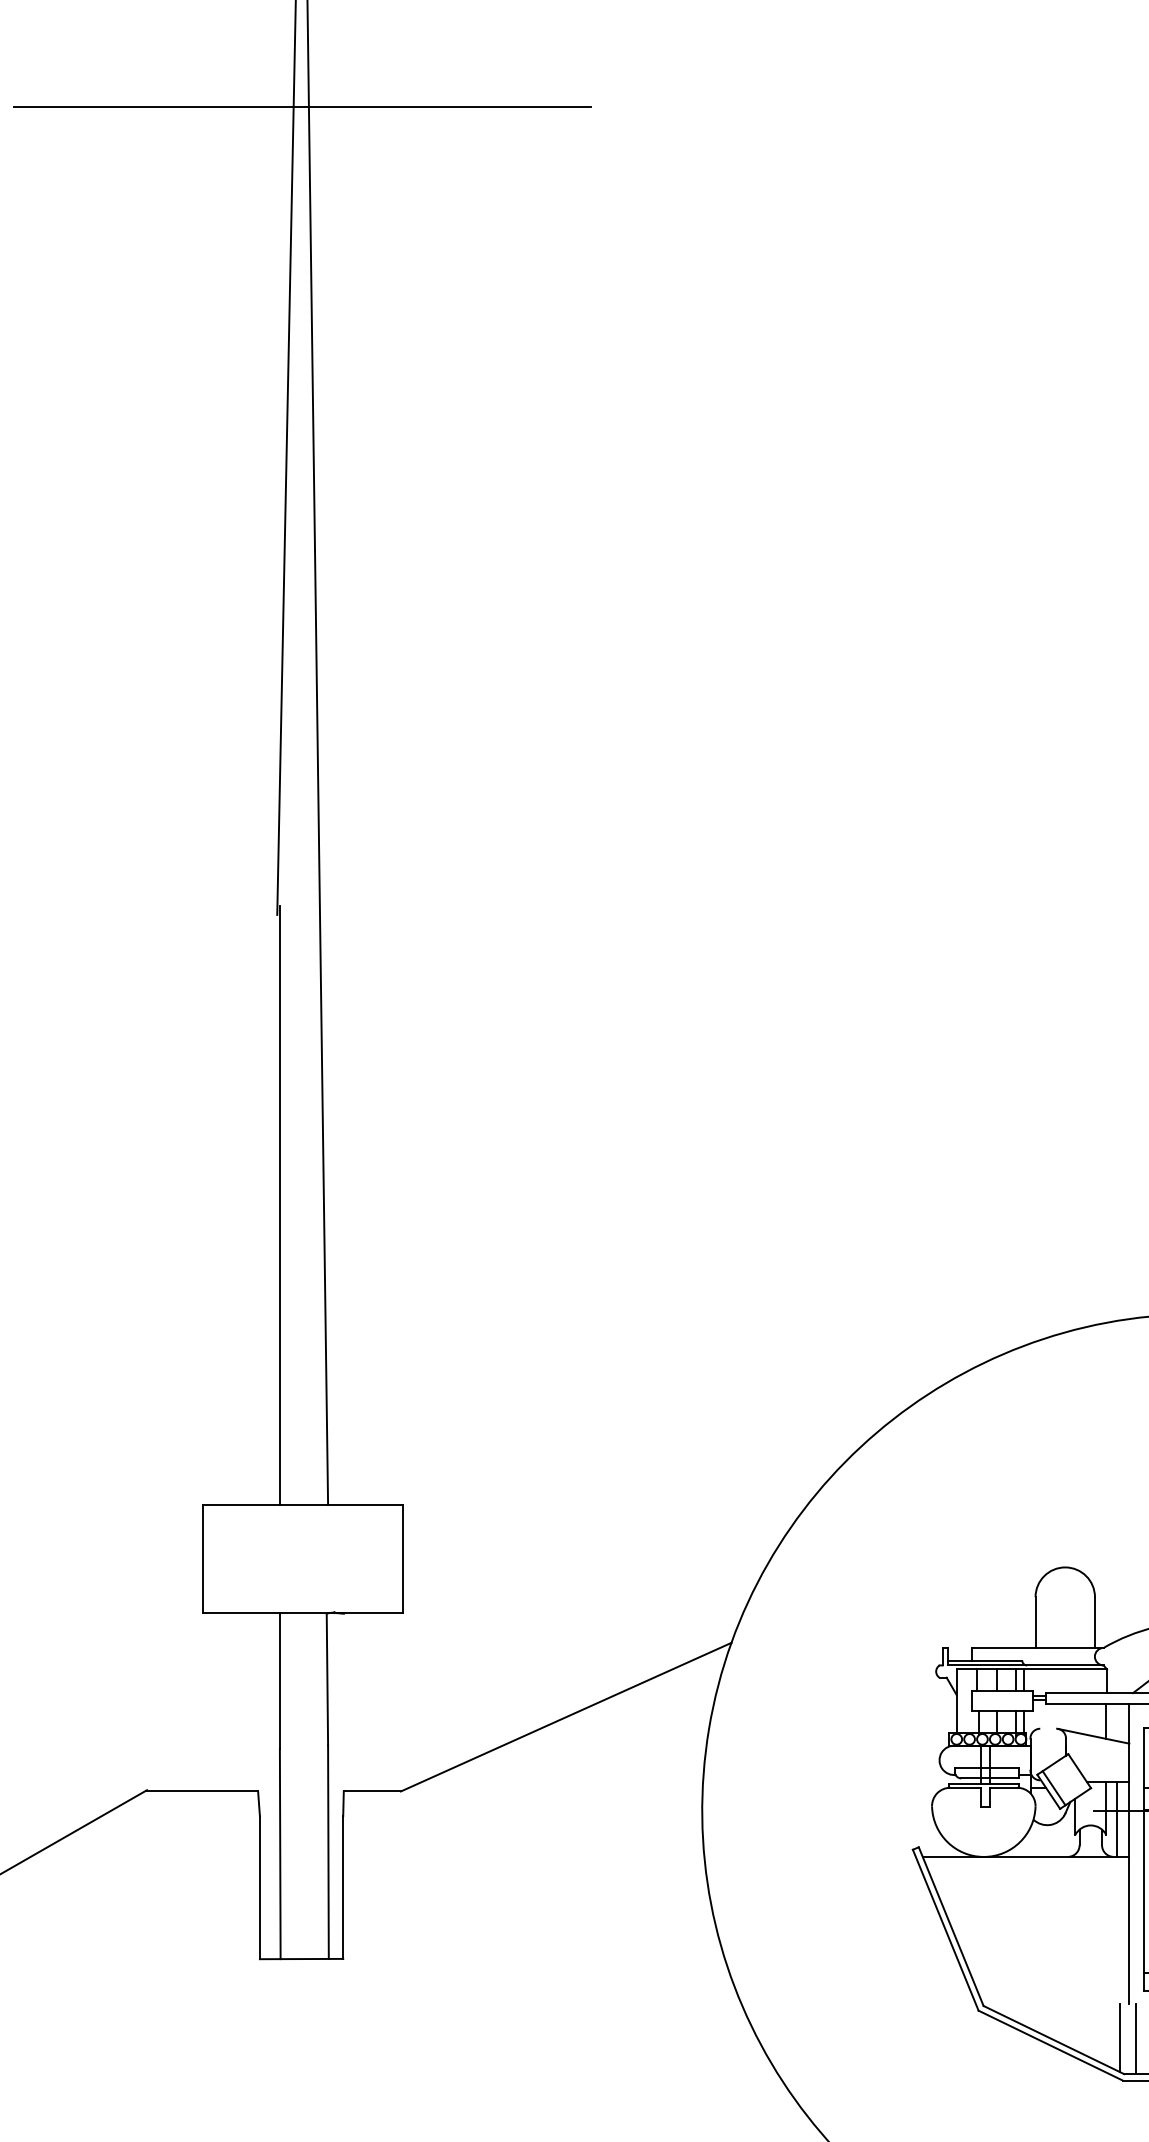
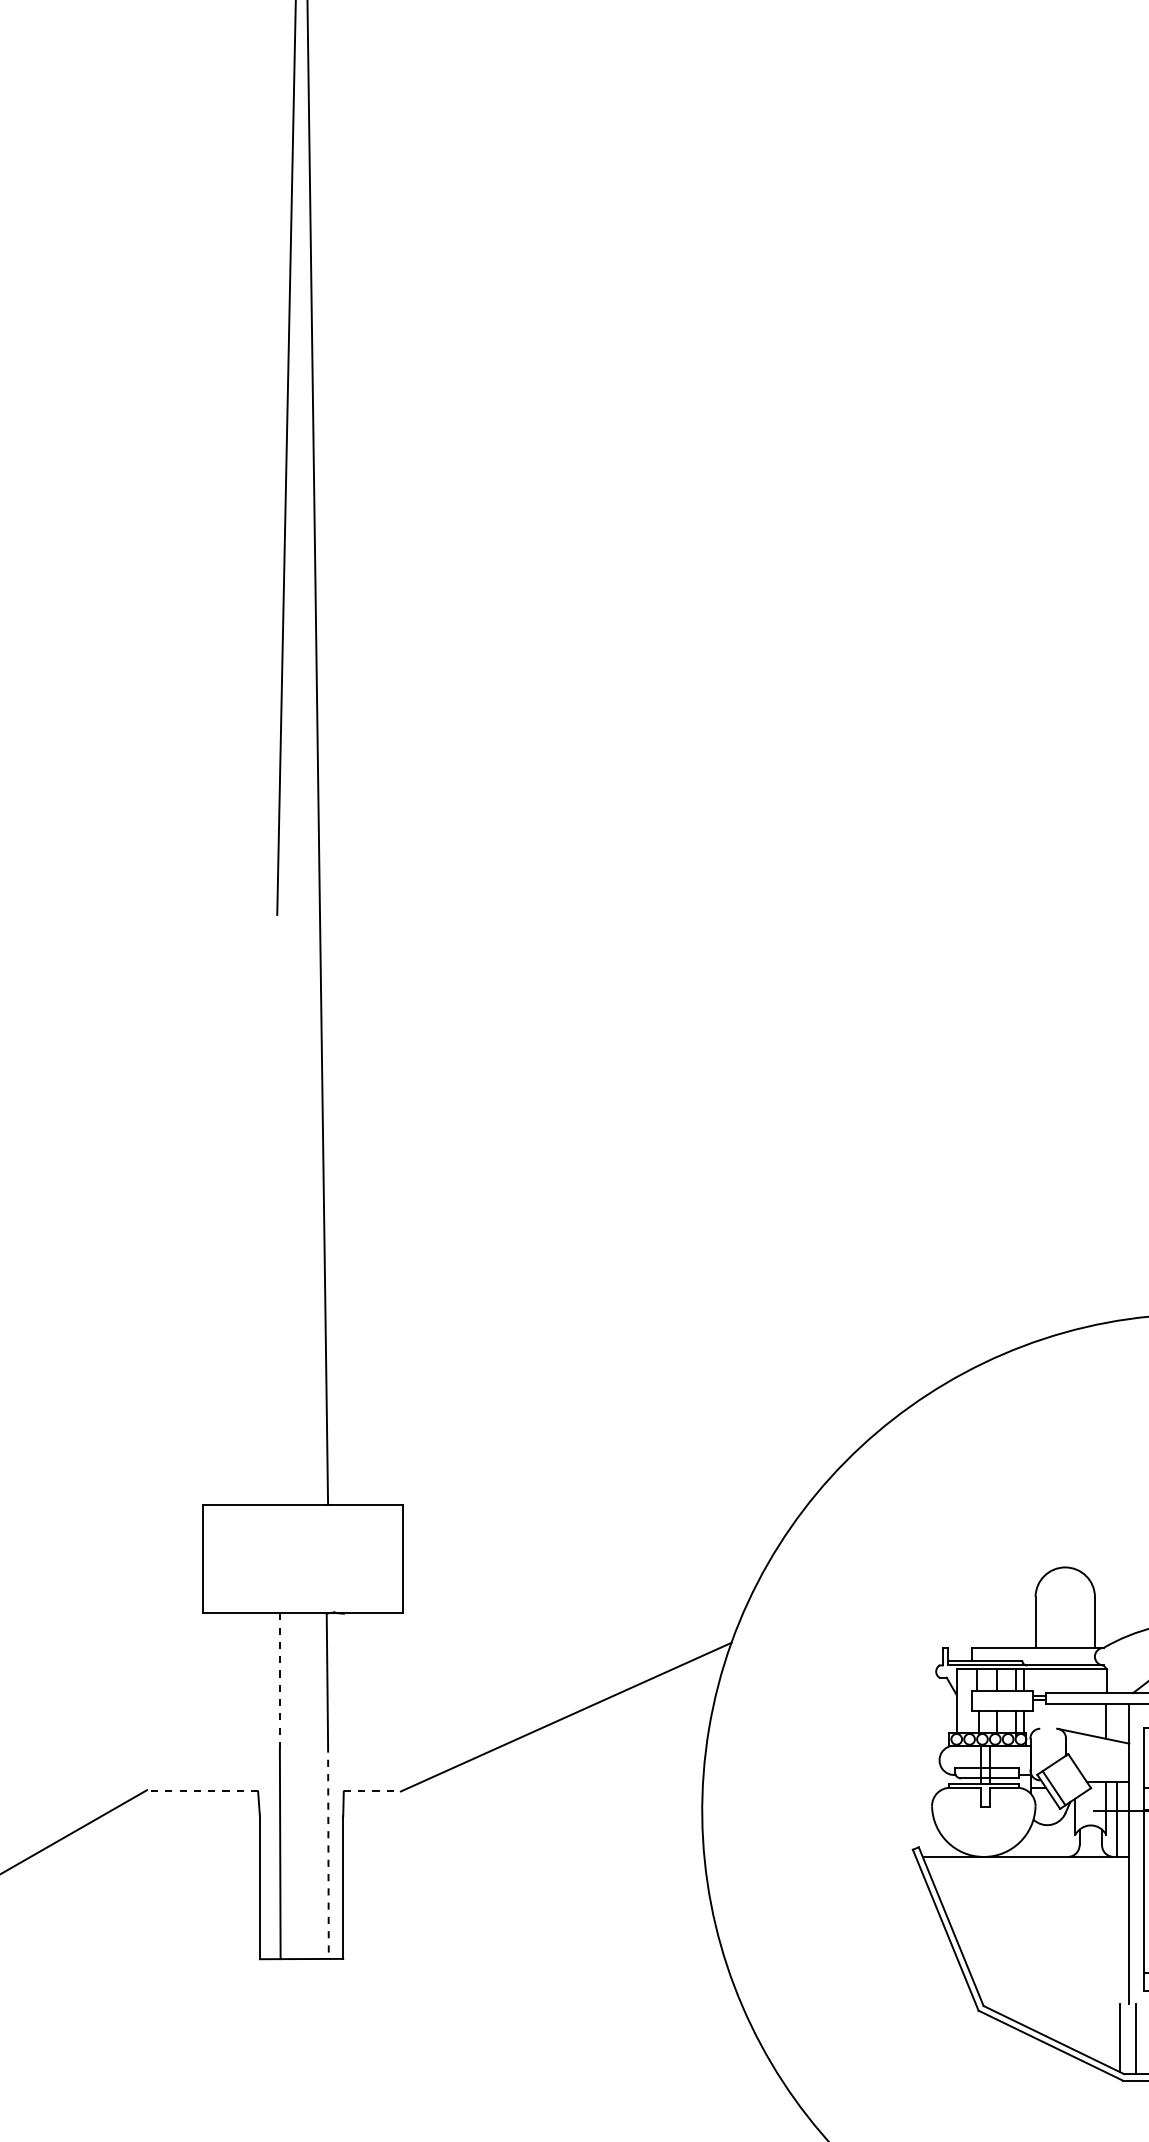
line at (302, 106): present -> none
line at (279, 1205): present -> none
line at (279, 1681): solid -> dashed
line at (202, 1791): solid -> dashed
line at (372, 1791): solid -> dashed
line at (328, 1852): solid -> dashed
